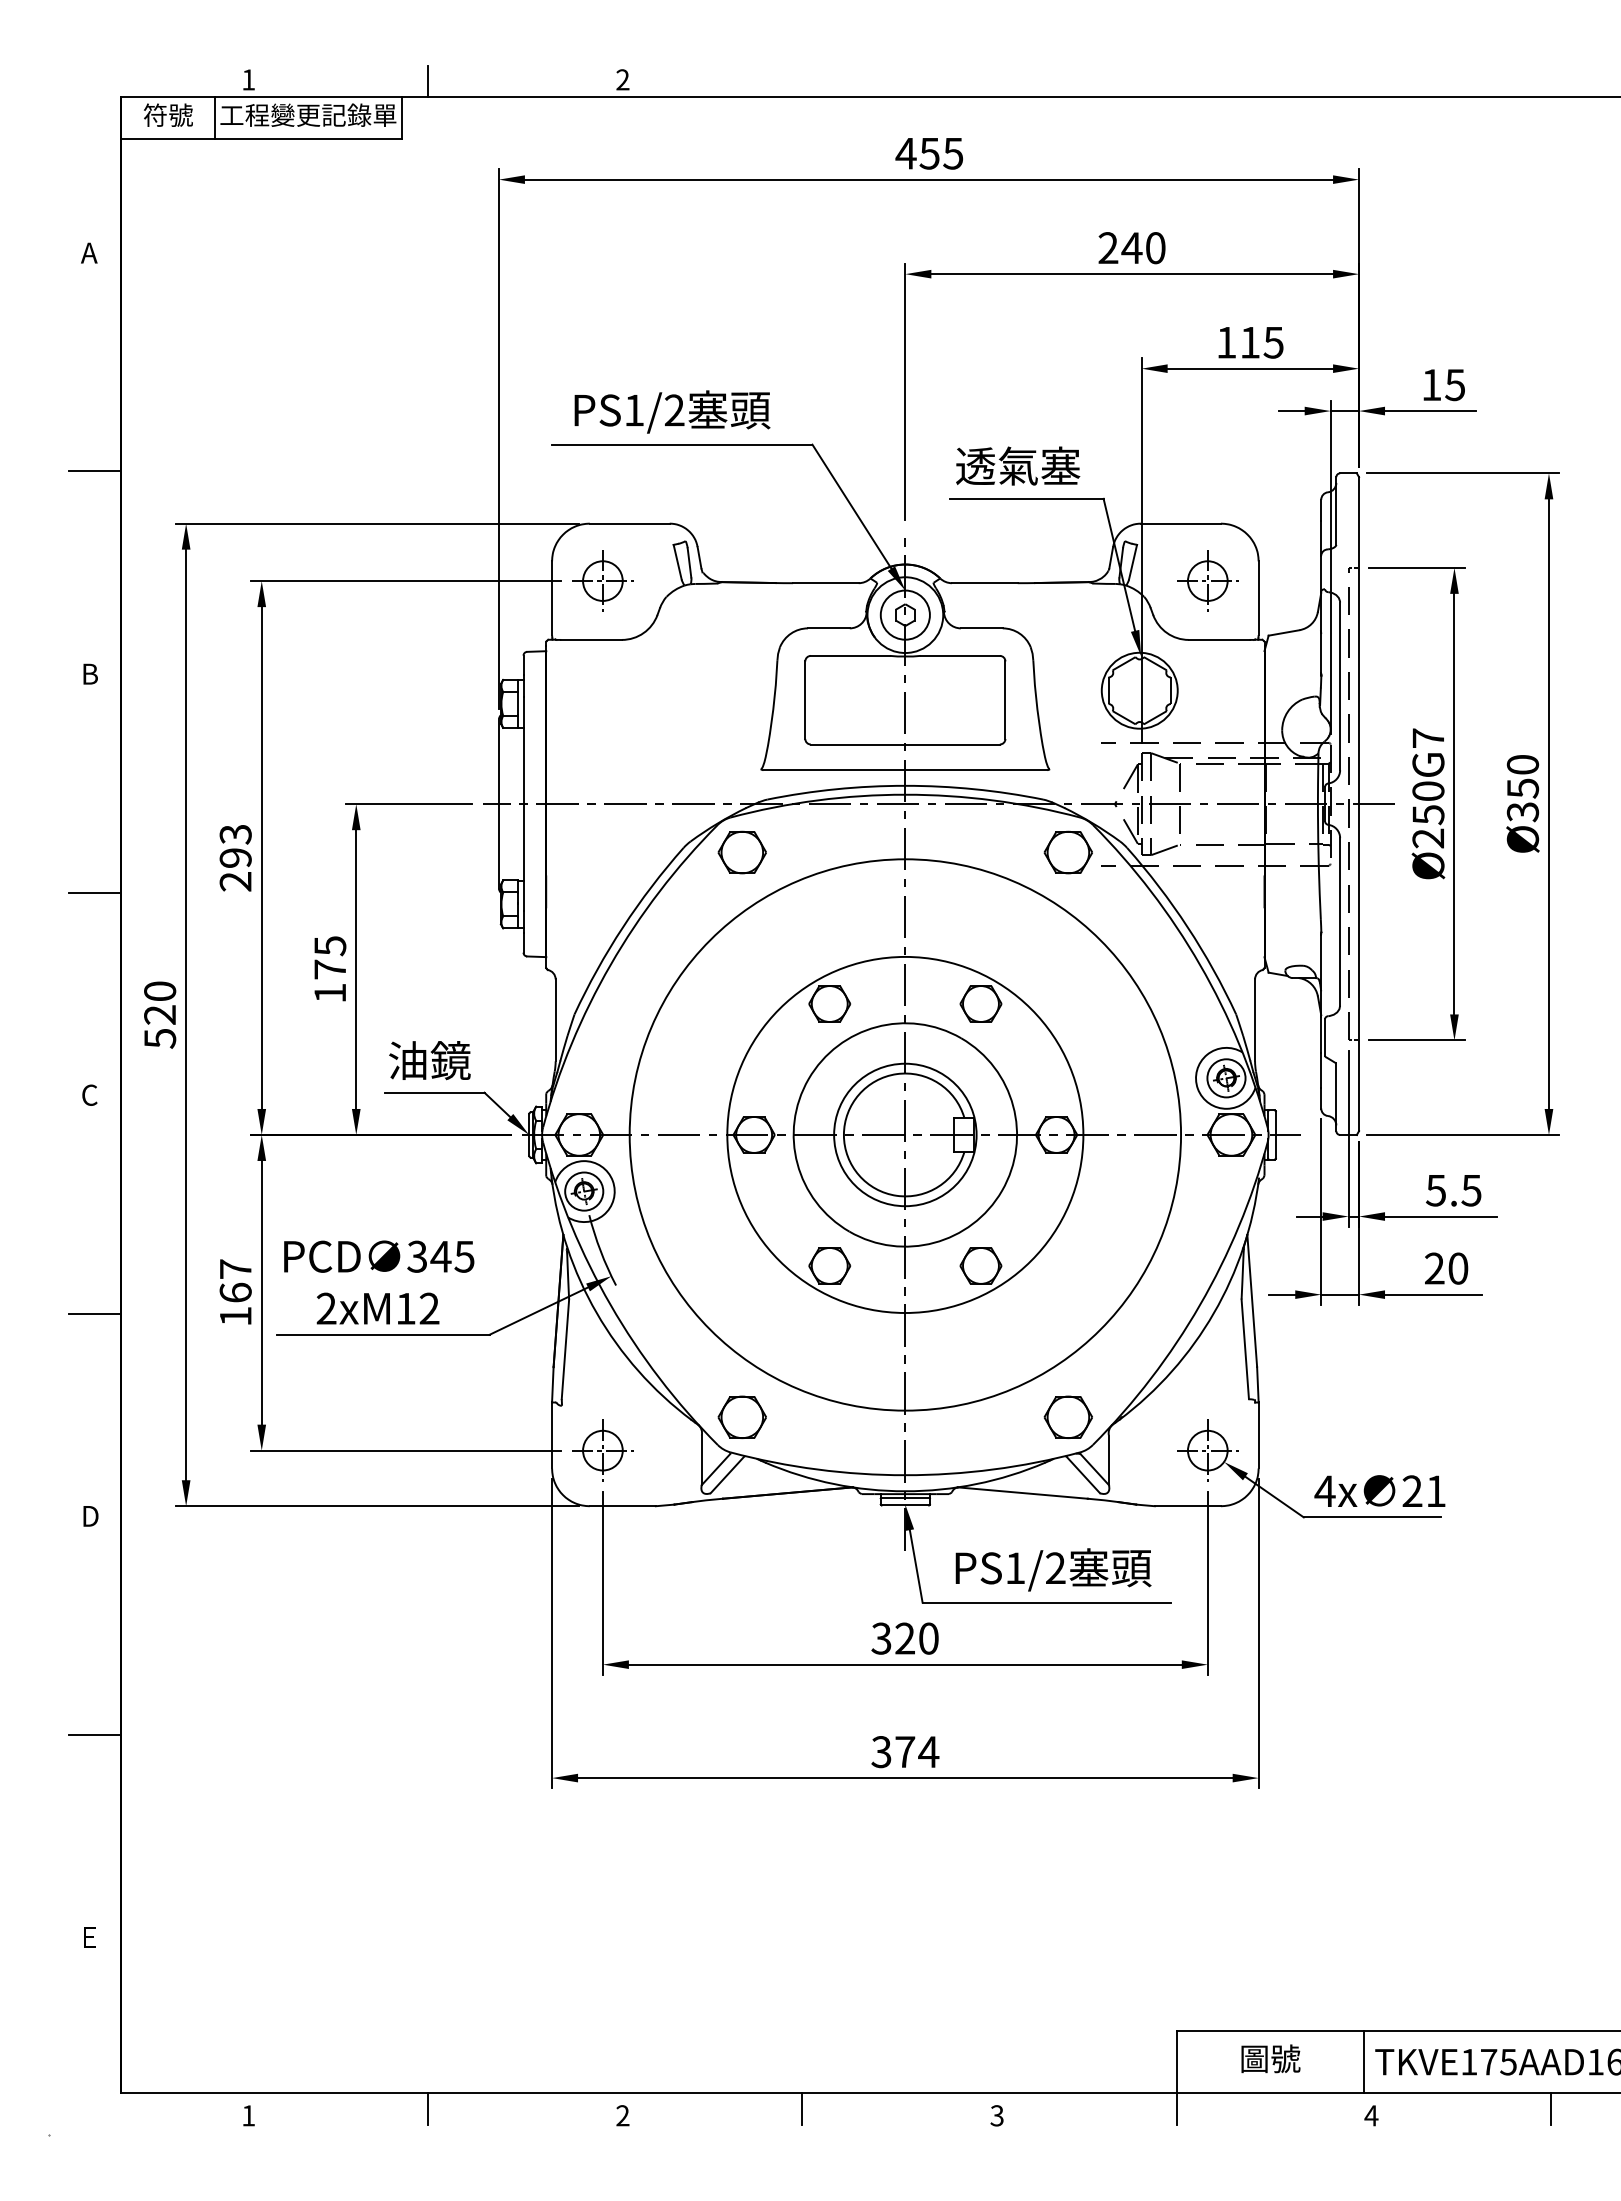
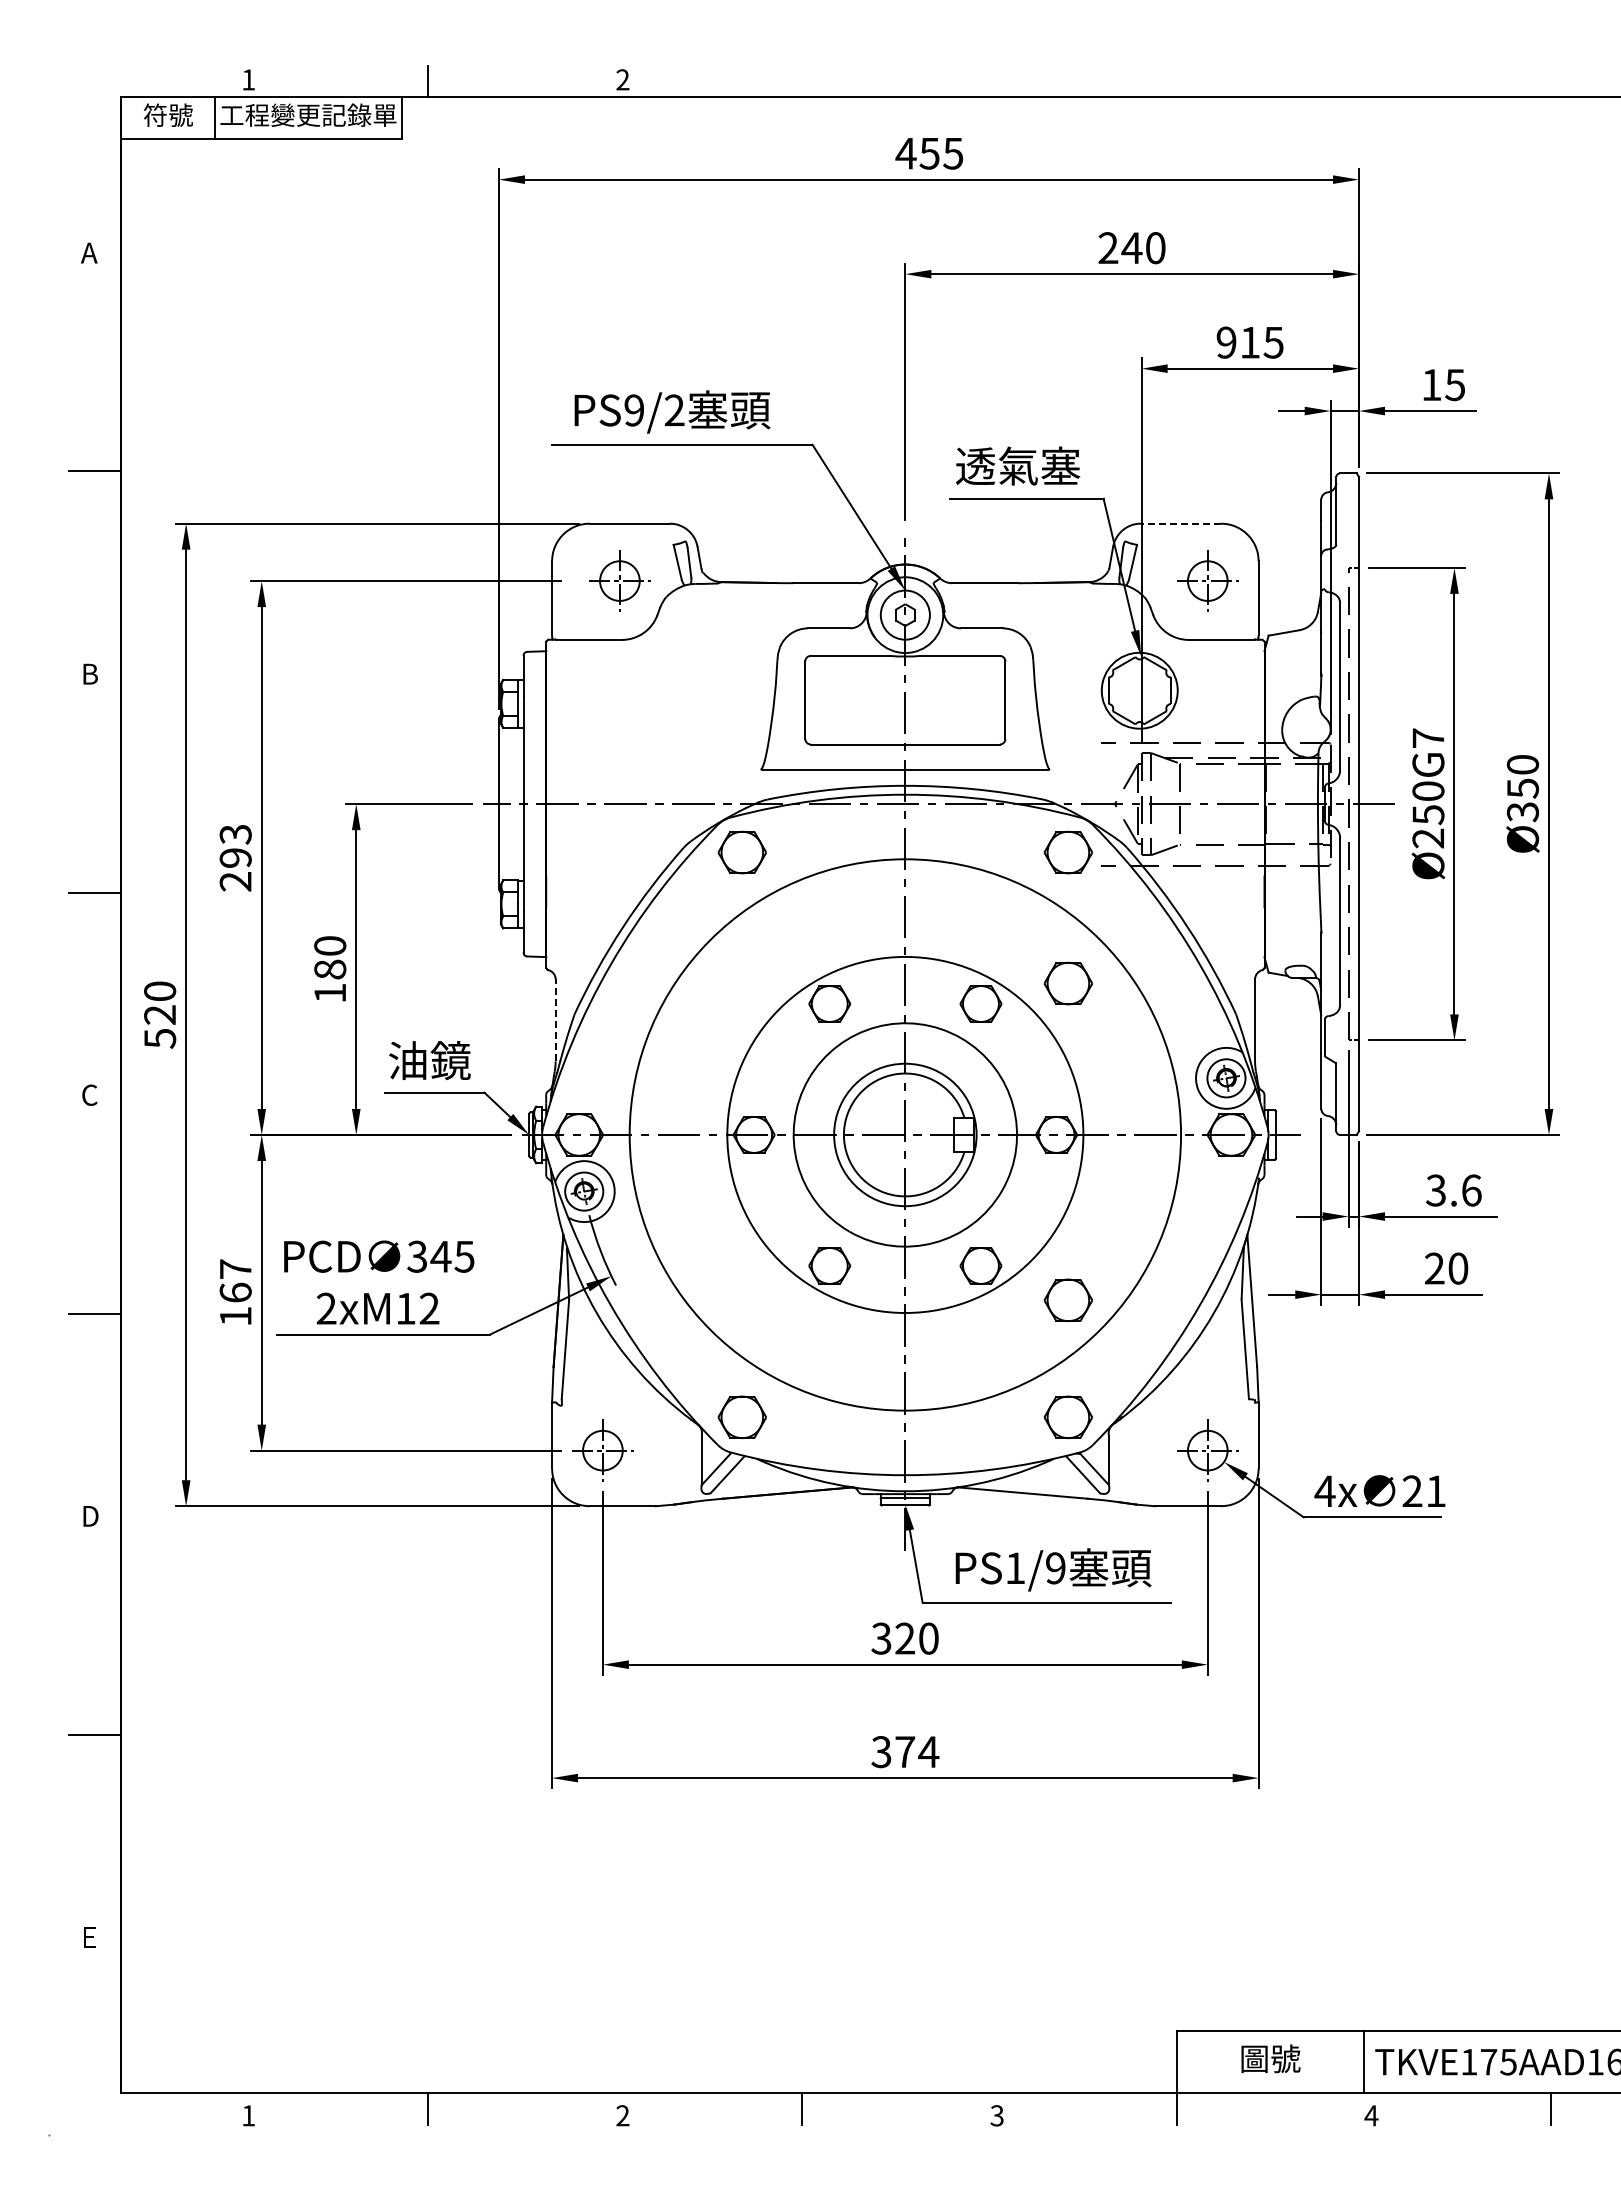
text at (1226, 342): 115 -> 915
text at (633, 410): PS1/2 -> PS9/2
line at (1180, 523): solid -> dashed
part at (602, 580) position: (602, 580) -> (619, 580)
text at (330, 957): 175 -> 180
part at (1067, 983): none -> present
line at (555, 1020): solid -> dashed
text at (1453, 1190): 5.5 -> 3.6
part at (1067, 1299): none -> present
text at (1055, 1568): PS1/2 -> PS1/9
